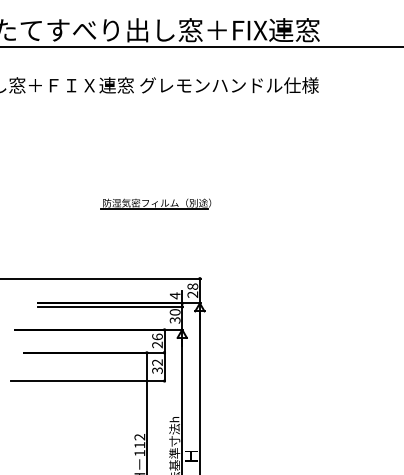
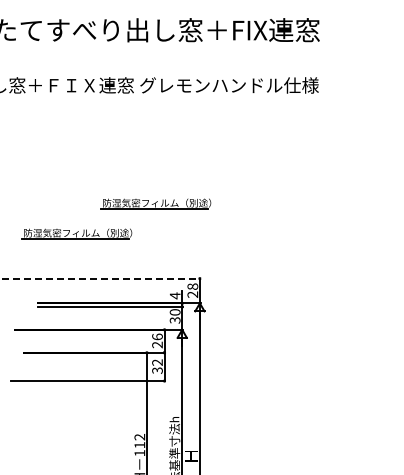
line at (201, 47): present -> none
part at (76, 233): none -> present
line at (100, 278): solid -> dashed
